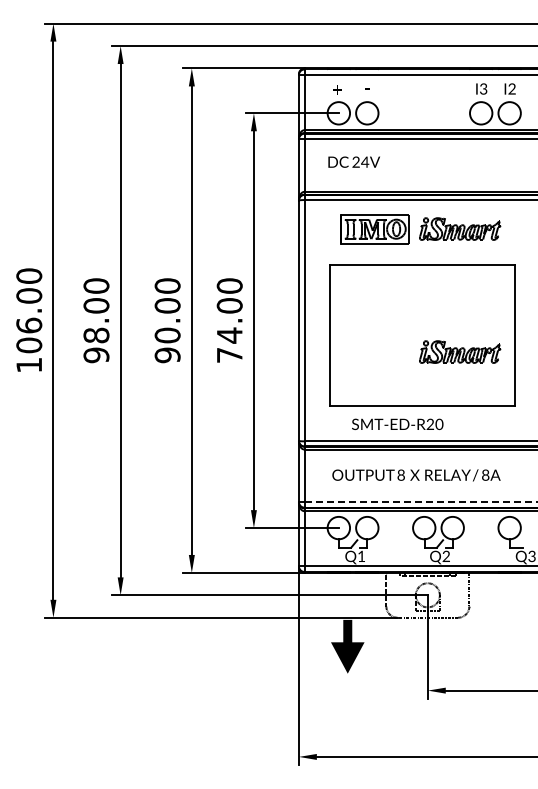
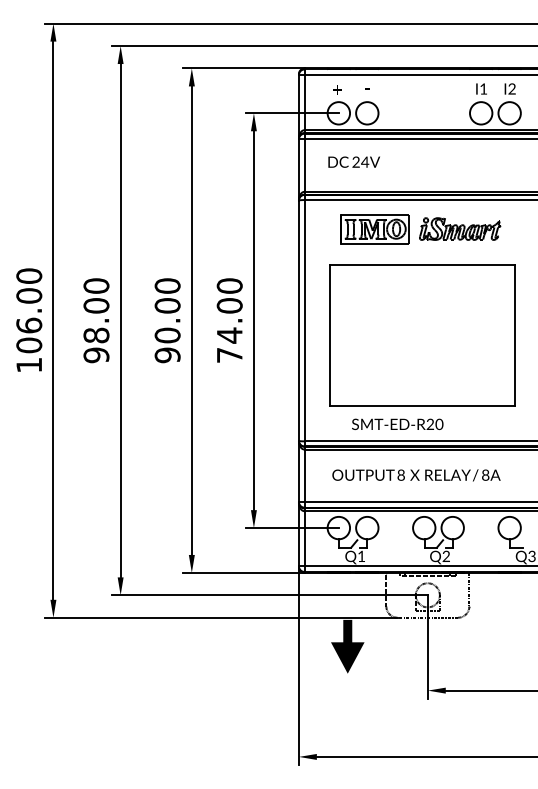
text at (483, 88): I3 -> I1
part at (460, 351): present -> none
line at (421, 502): dashed -> solid
